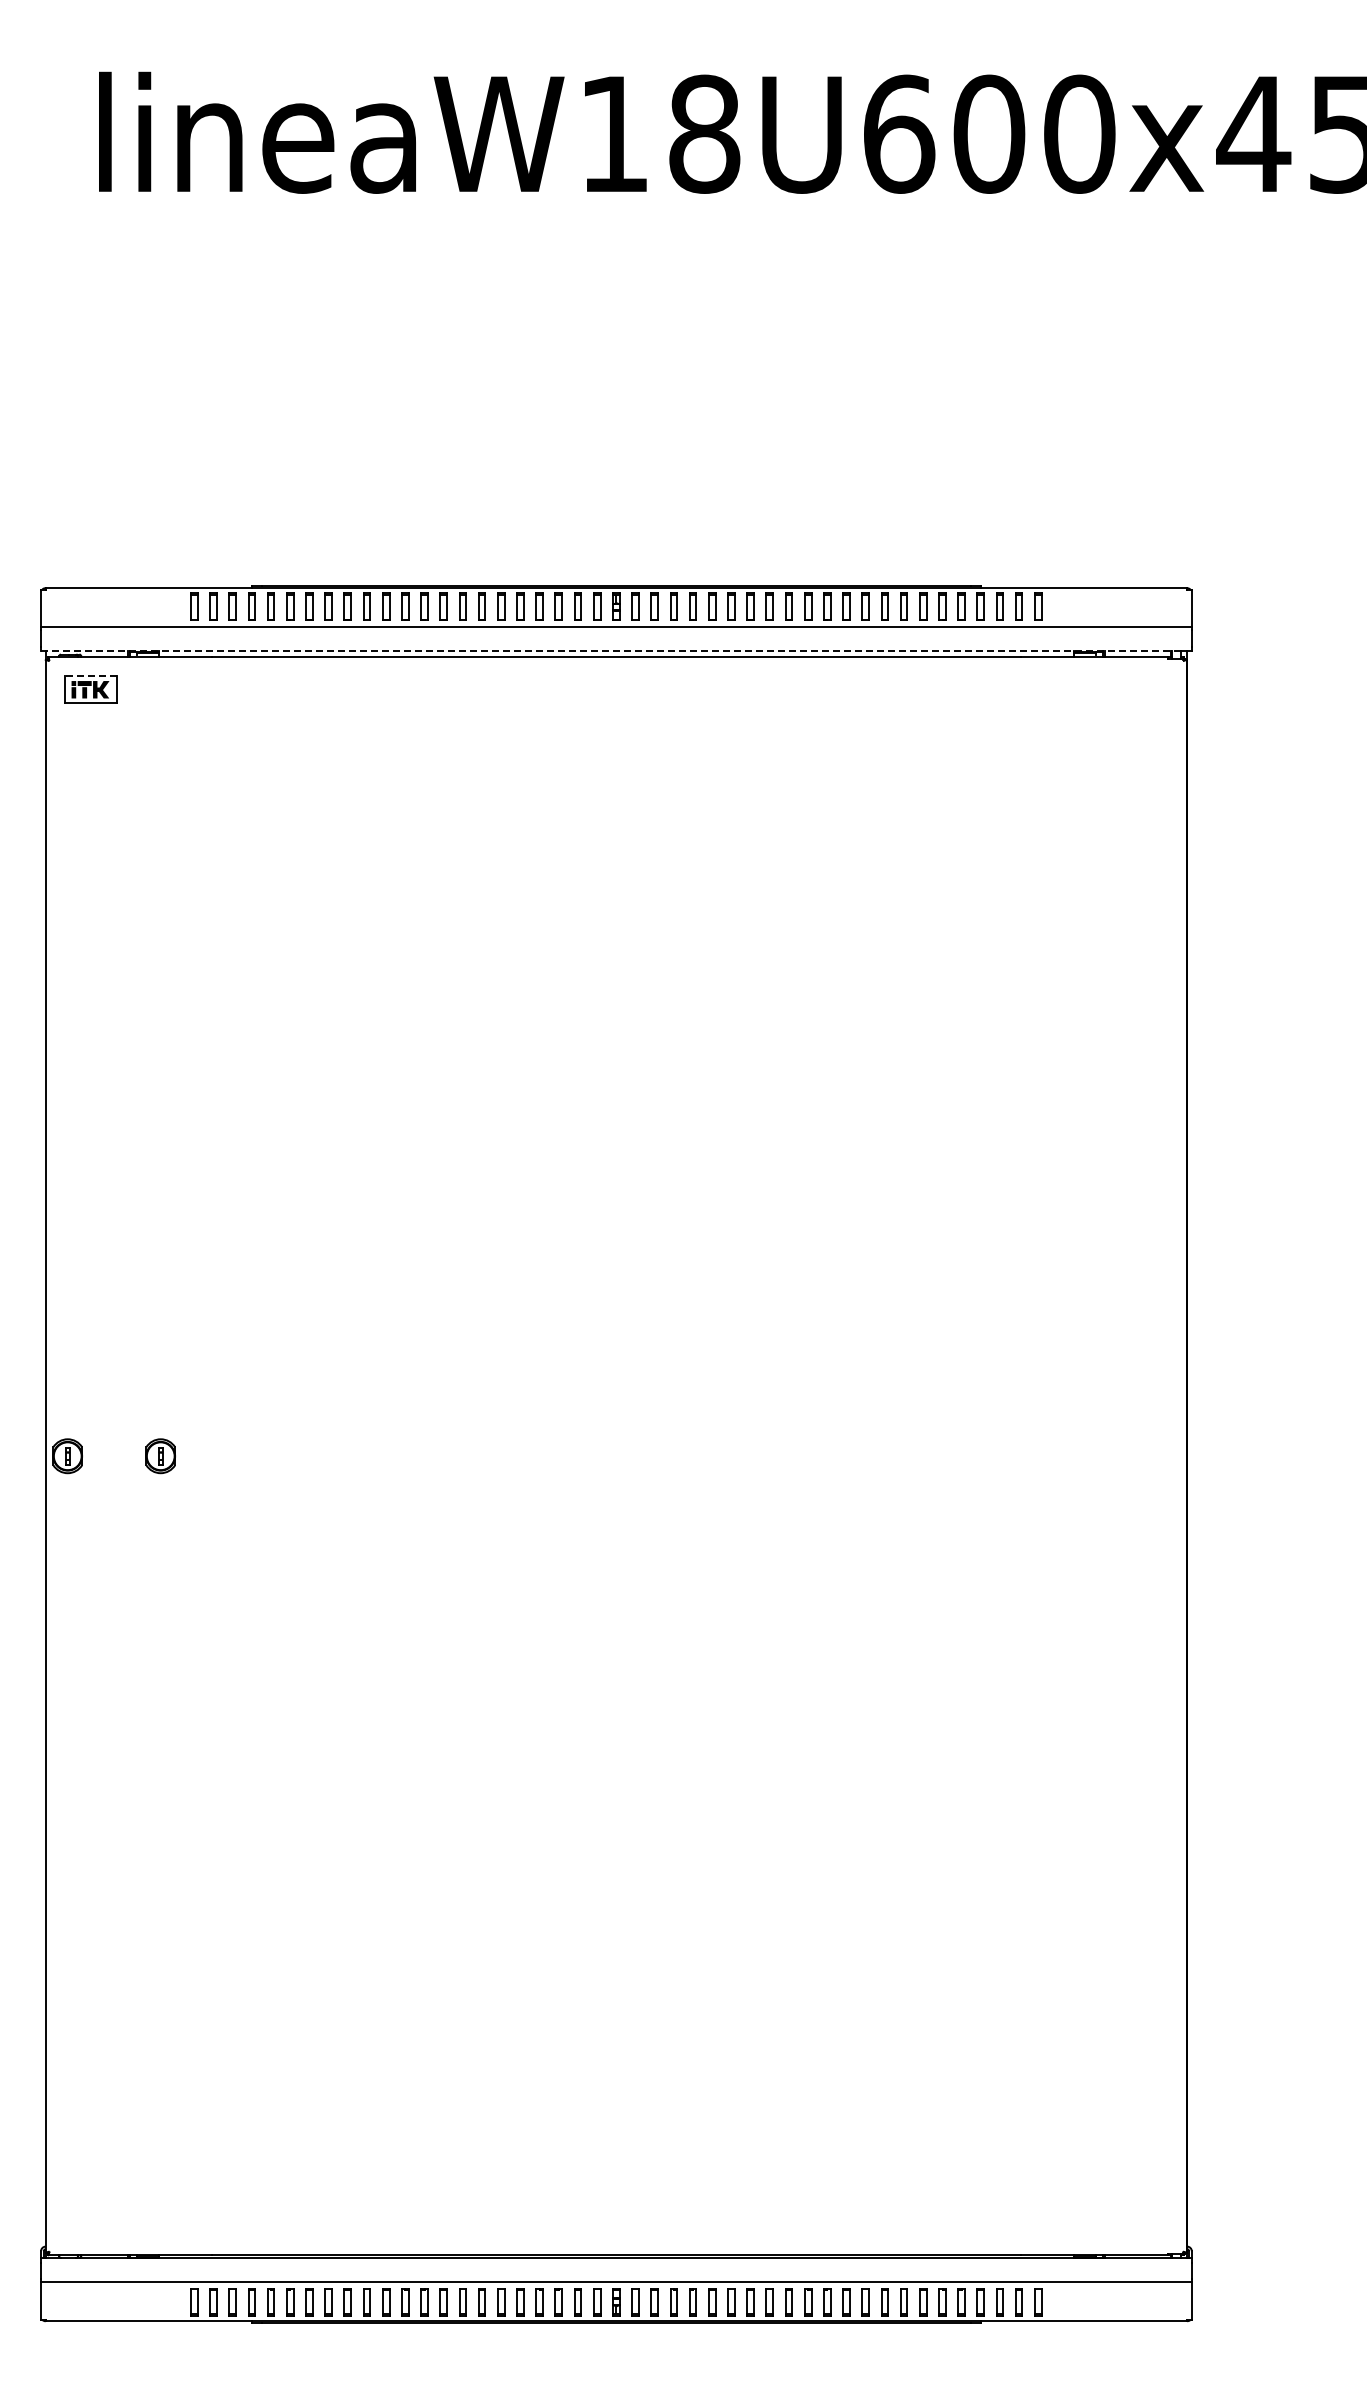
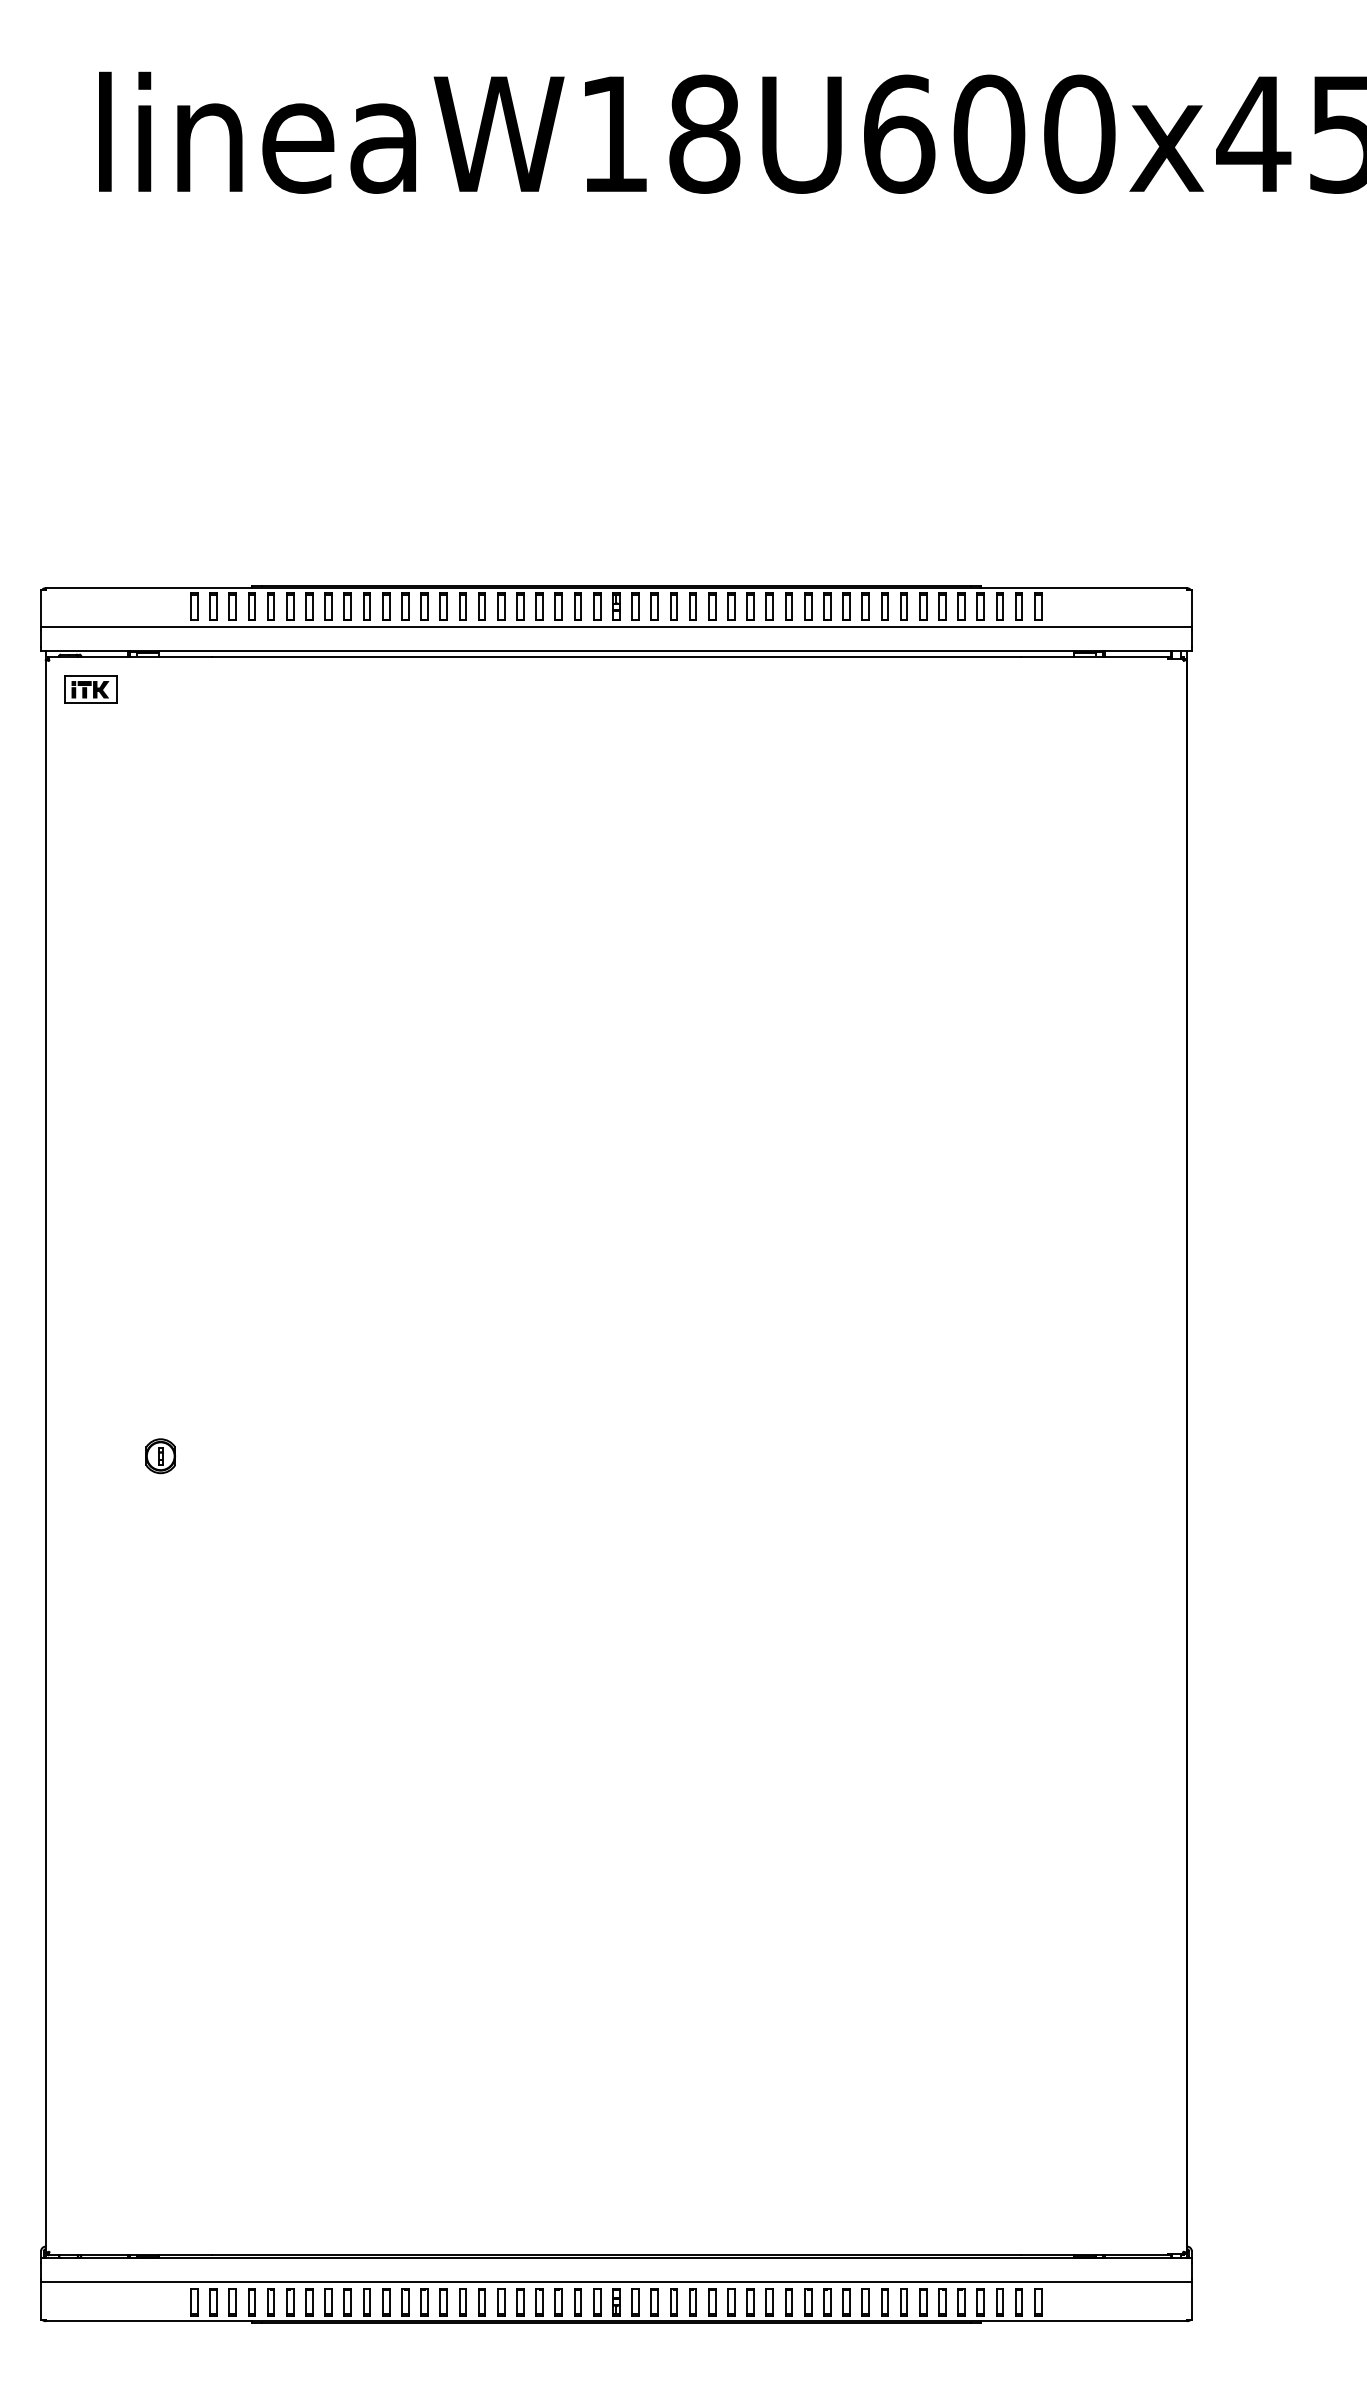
line at (610, 651): dashed -> solid
line at (90, 676): dashed -> solid
part at (67, 1456): present -> none
